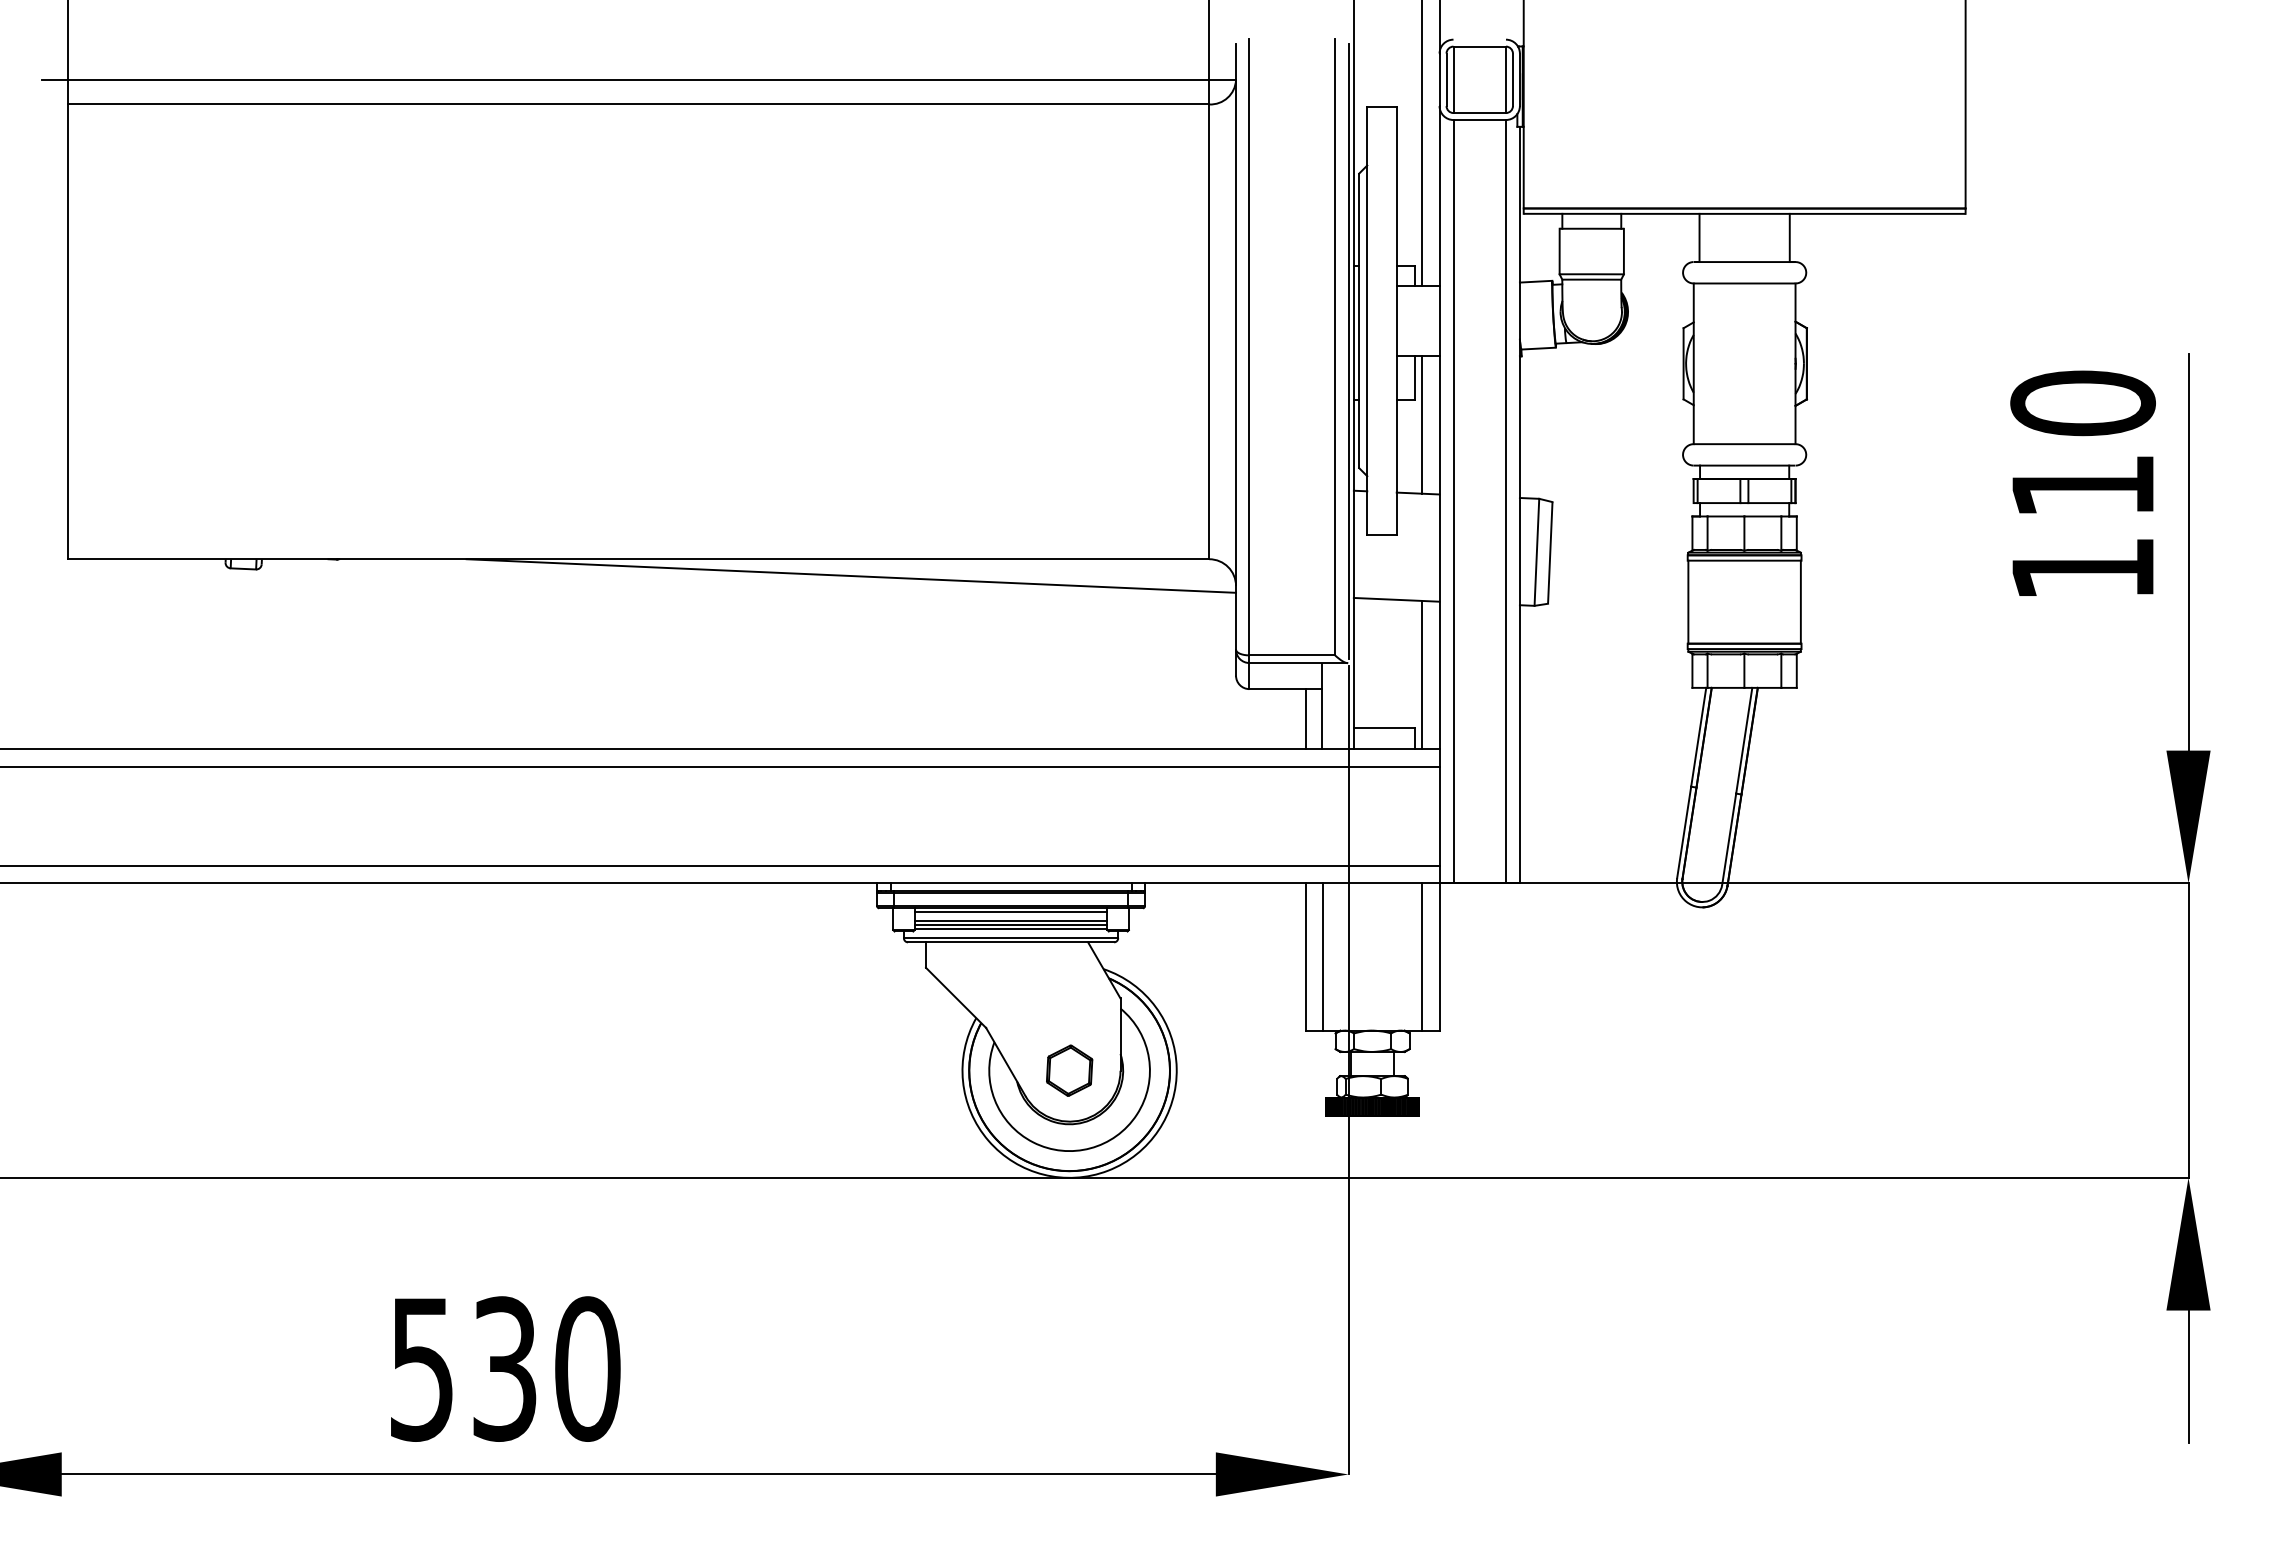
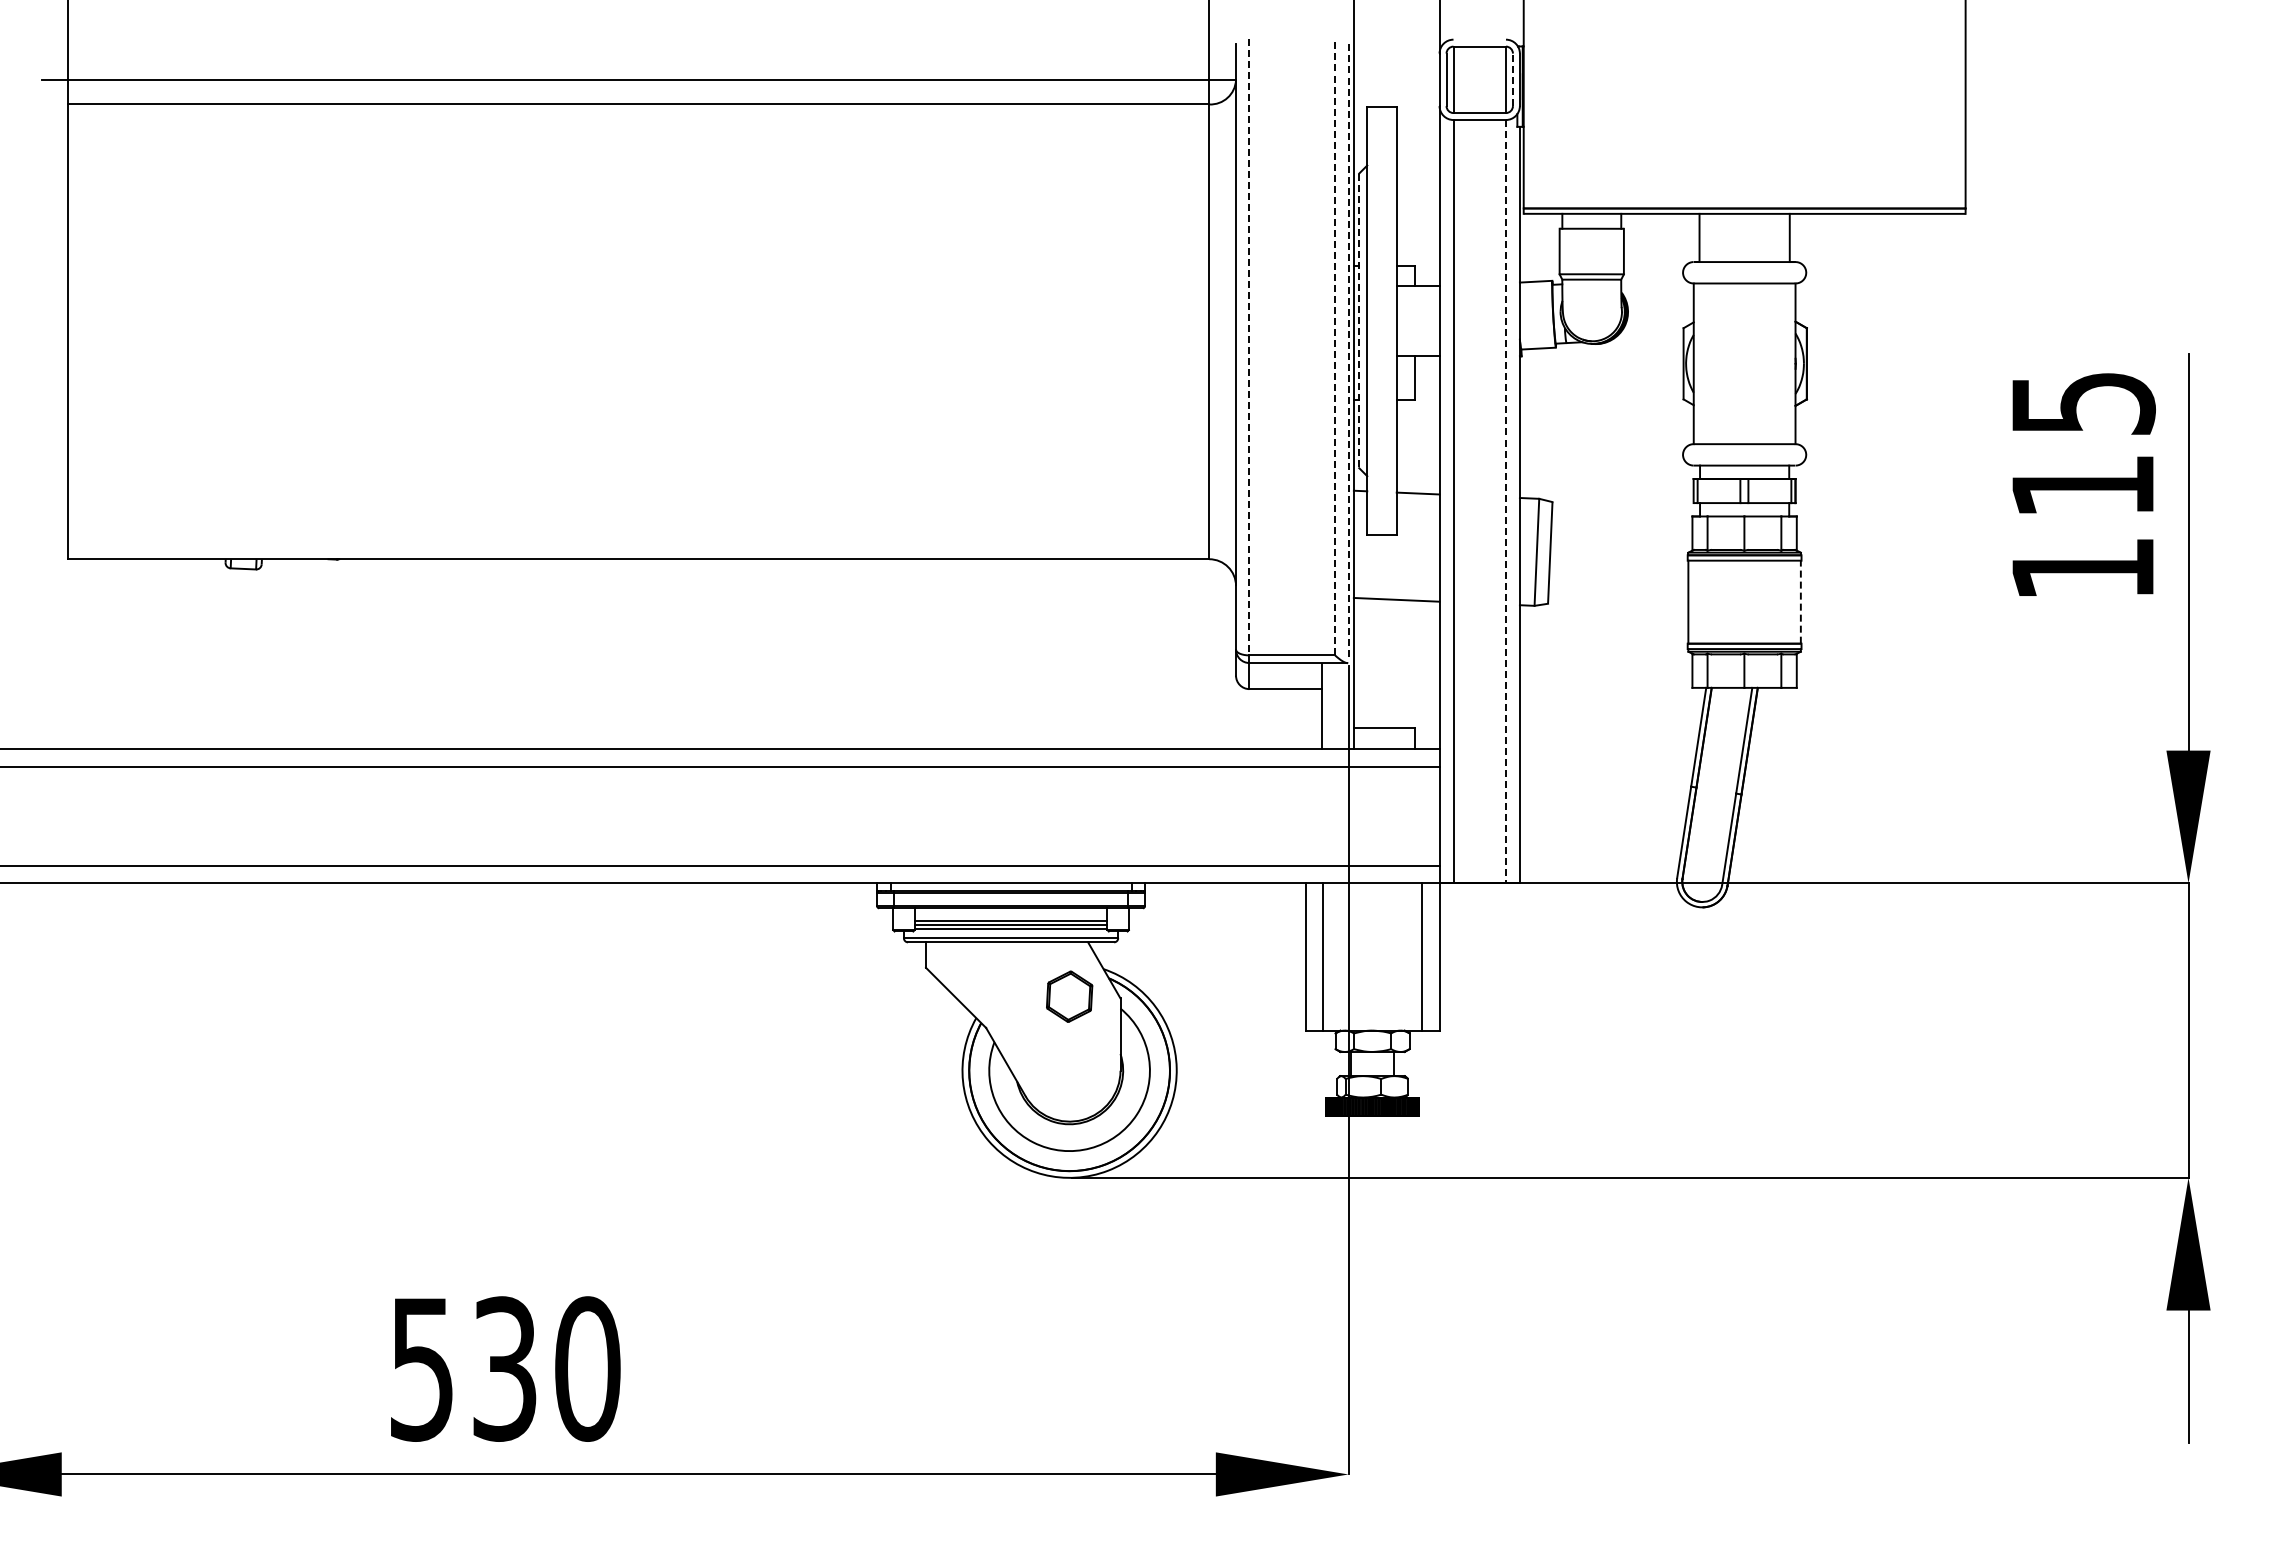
line at (1512, 79): solid -> dashed
line at (1422, 143): present -> none
line at (1359, 321): solid -> dashed
line at (1335, 346): solid -> dashed
line at (1249, 347): solid -> dashed
line at (1348, 352): solid -> dashed
text at (2082, 403): 110 -> 115
line at (1422, 424): present -> none
line at (1505, 501): solid -> dashed
line at (851, 575): present -> none
line at (1800, 602): solid -> dashed
line at (1422, 674): present -> none
line at (1305, 719): present -> none
line at (1010, 912): present -> none
part at (1069, 1070) position: (1069, 1070) -> (1069, 996)
line at (535, 1177): present -> none
